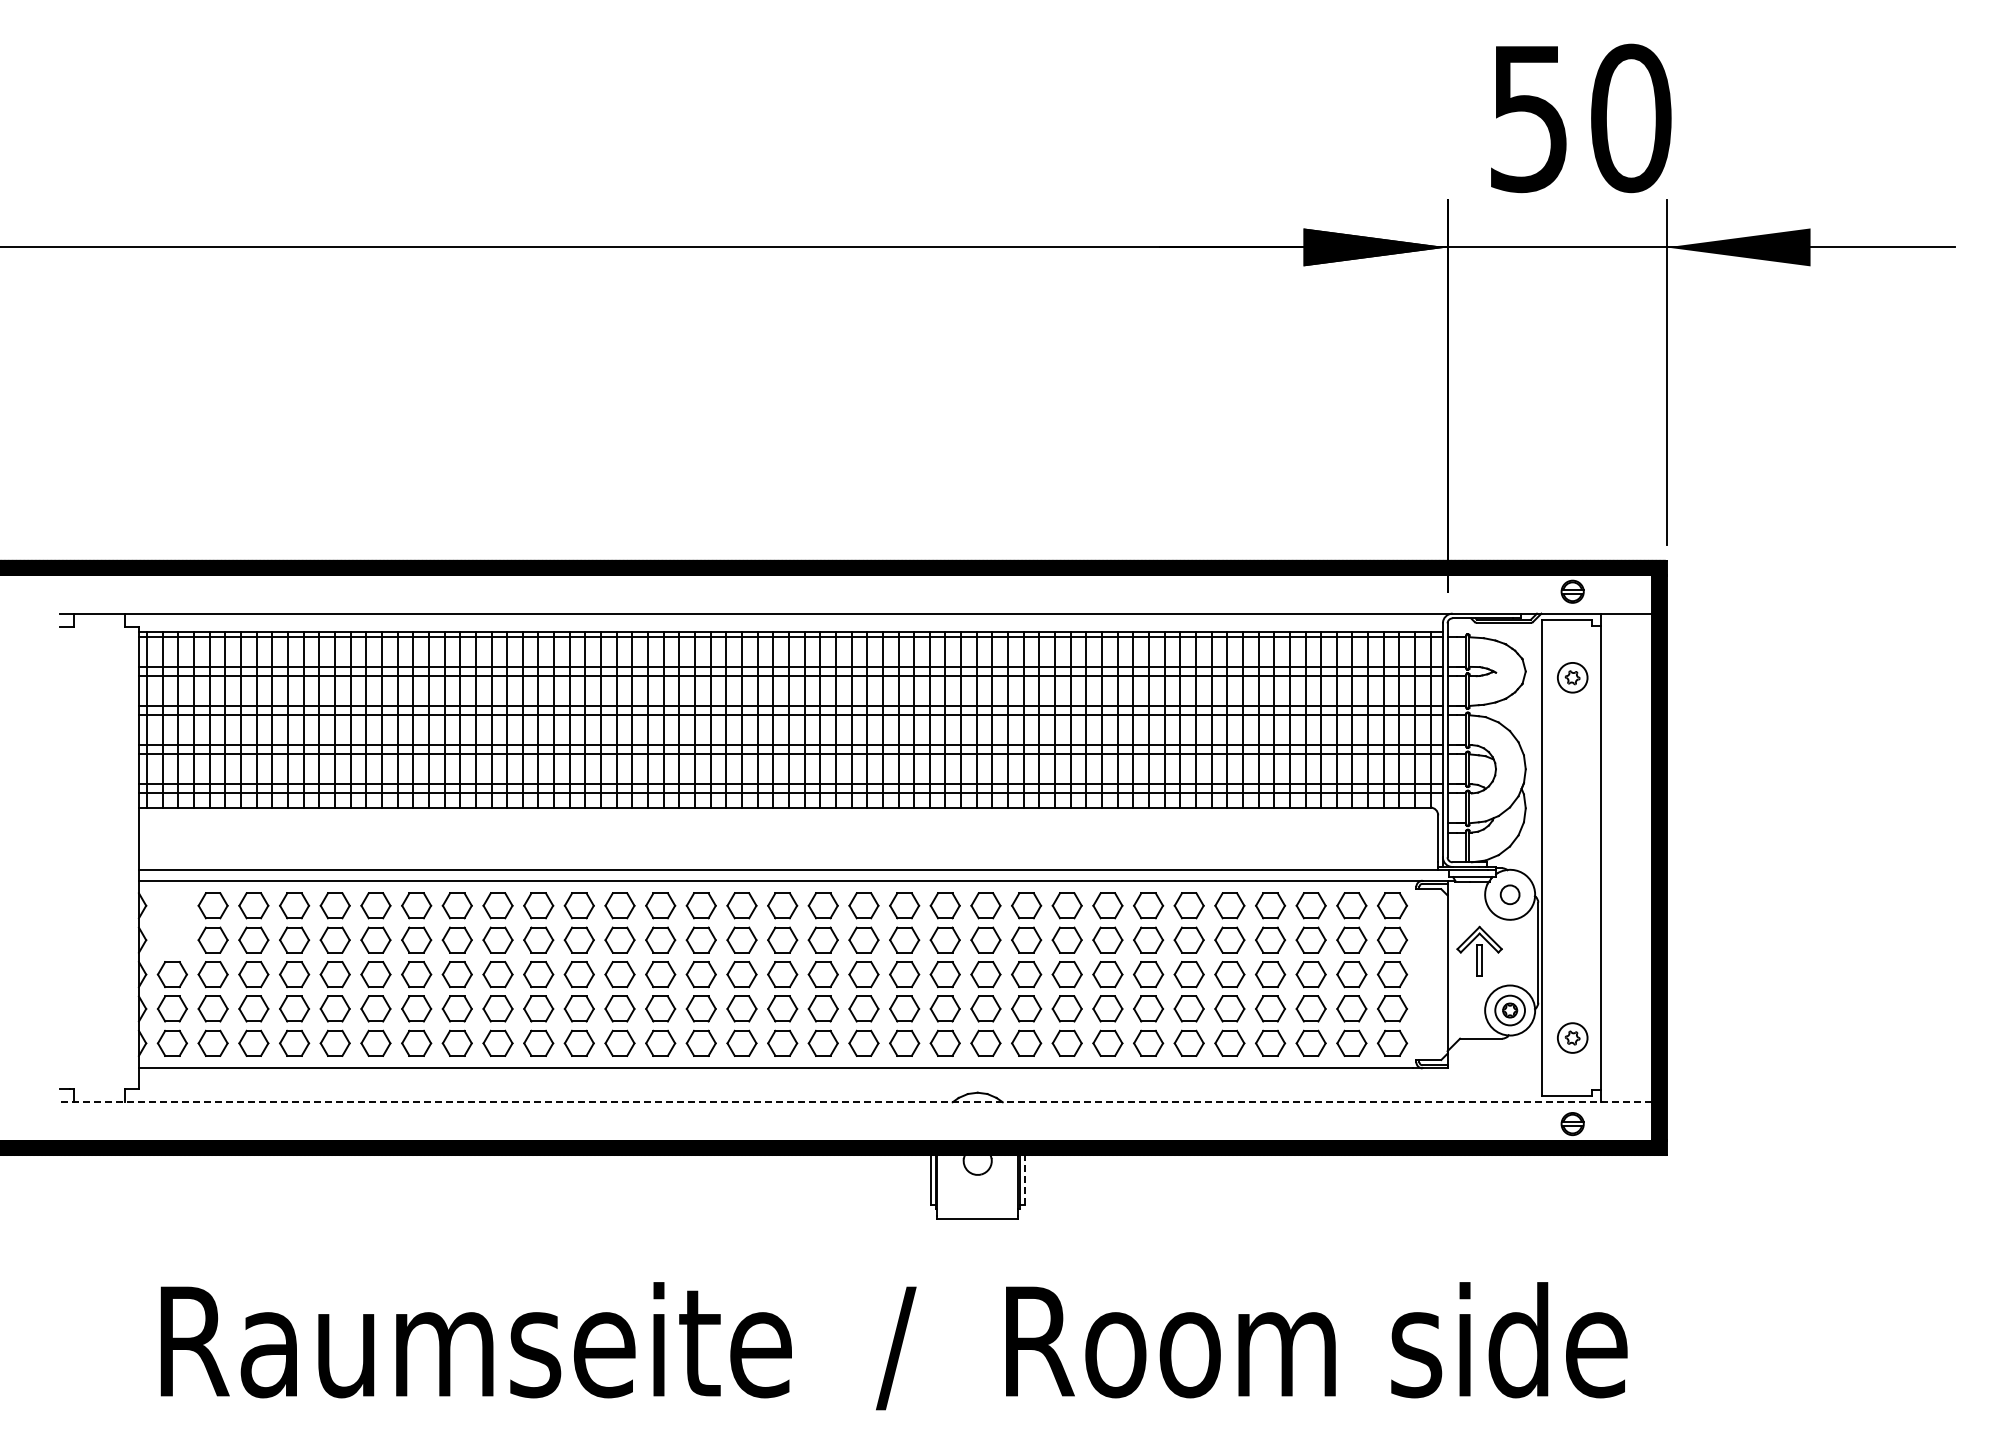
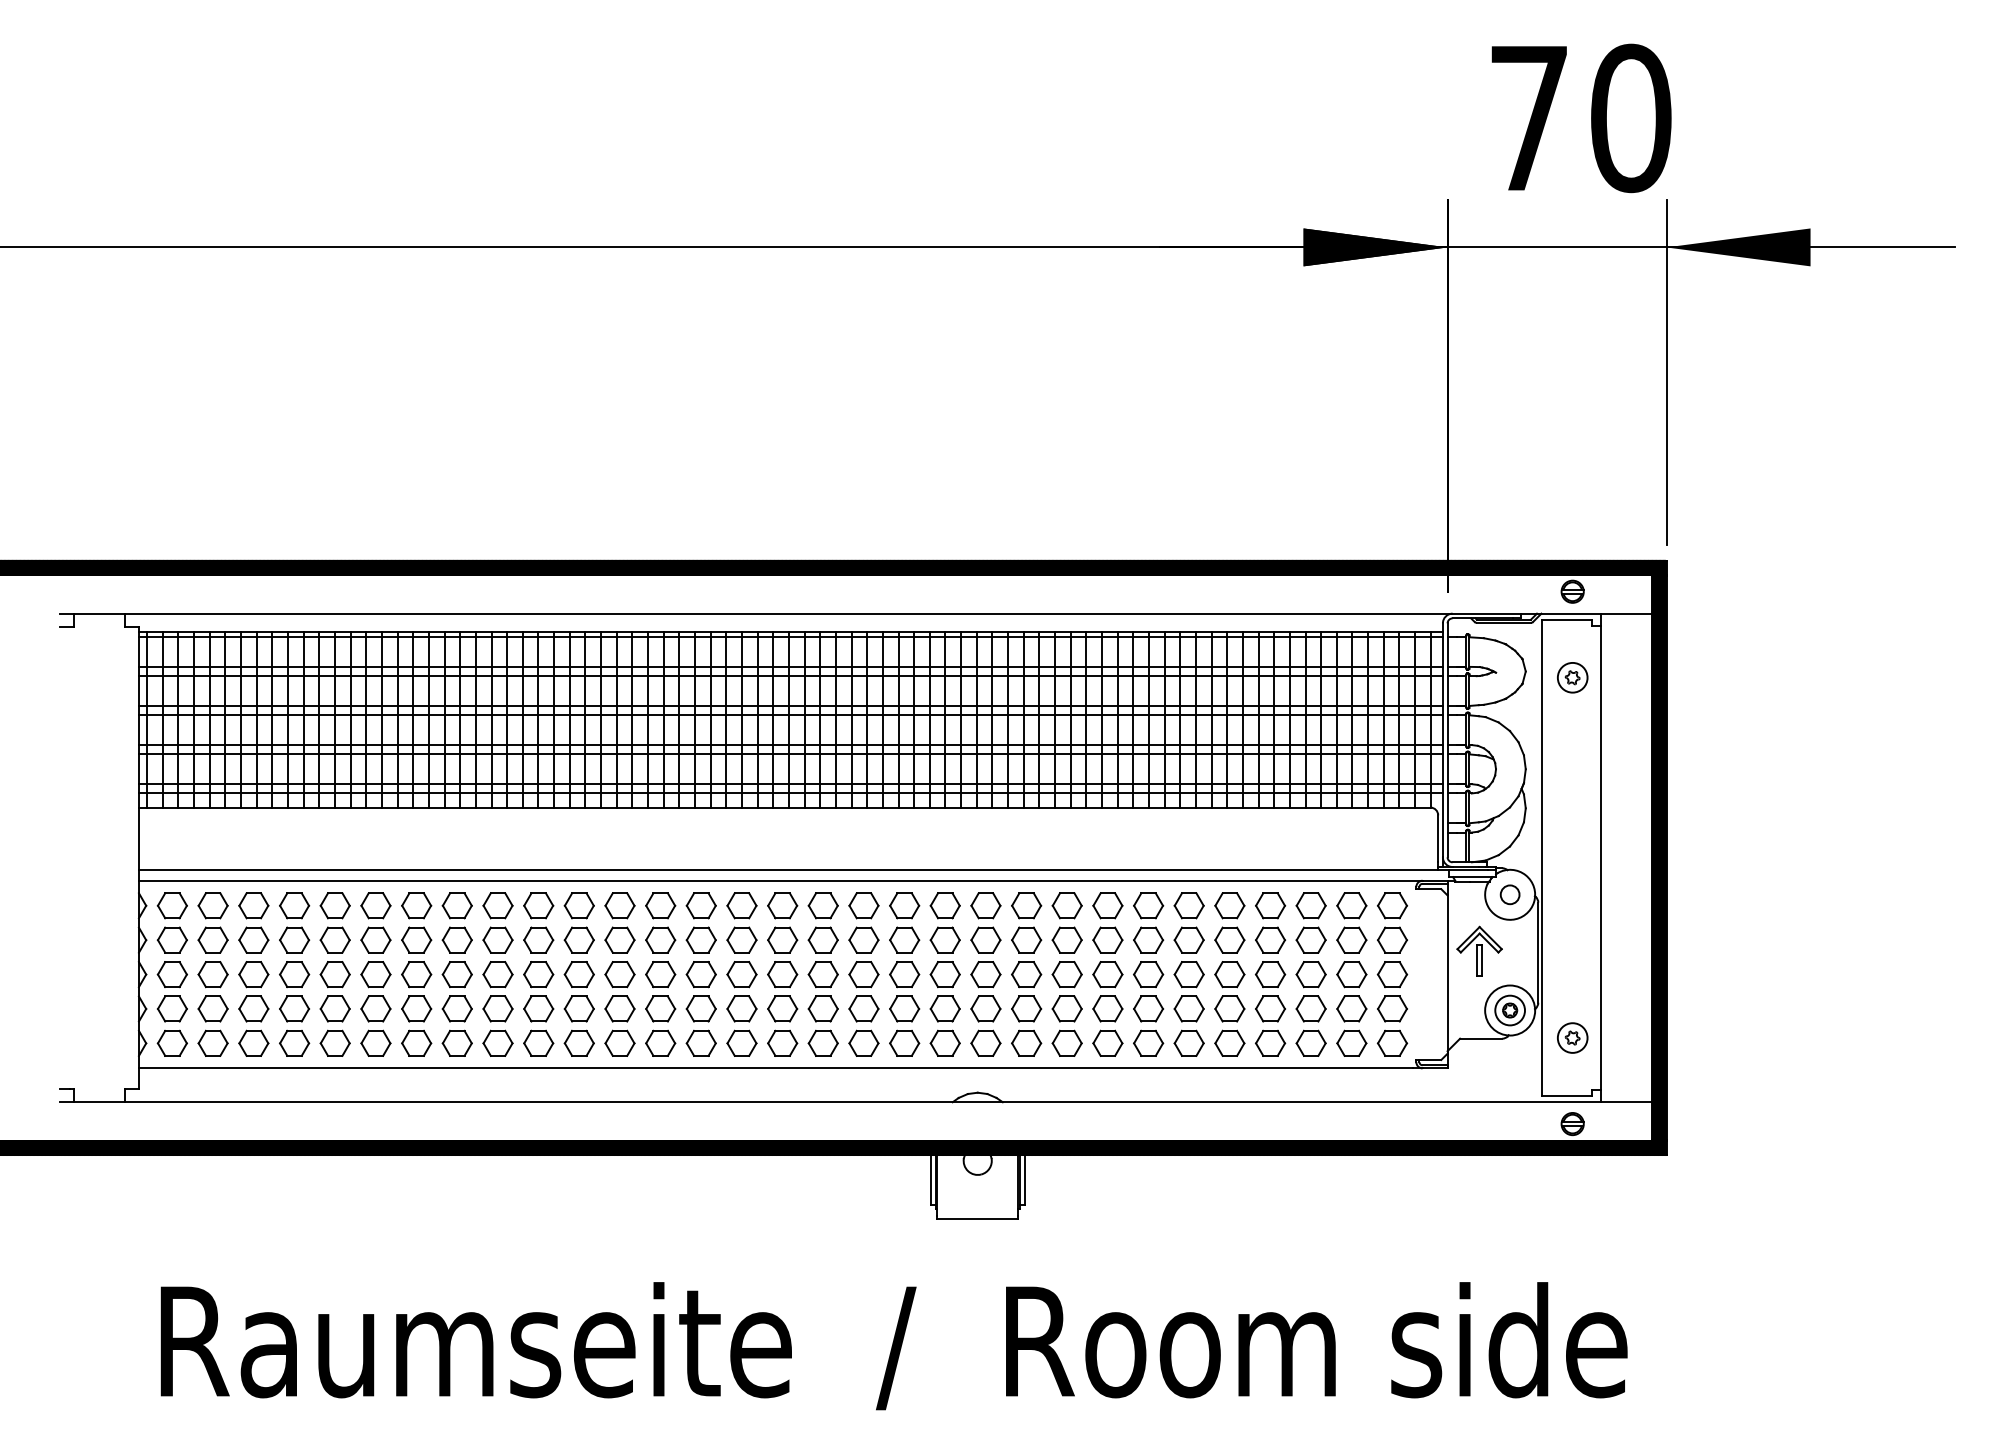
text at (1528, 119): 50 -> 70
part at (171, 922): none -> present
line at (856, 1102): dashed -> solid
line at (1024, 1180): dashed -> solid
